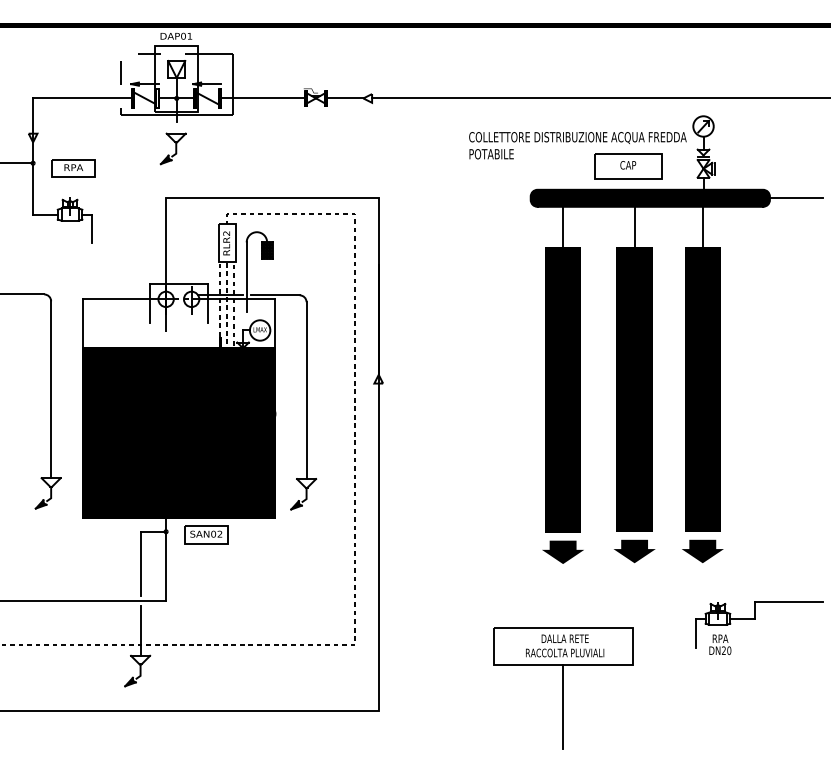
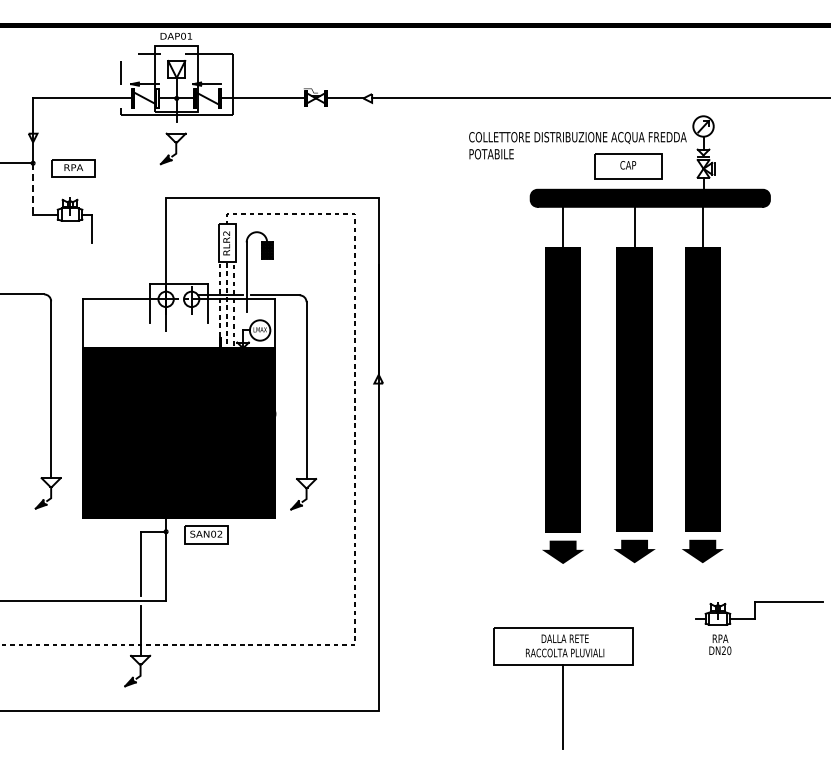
line at (33, 188): solid -> dashed
line at (795, 198): present -> none
line at (696, 632): present -> none
